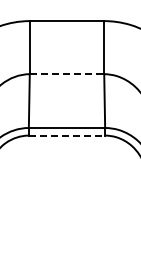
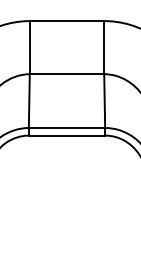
line at (67, 74): dashed -> solid
line at (67, 135): dashed -> solid
